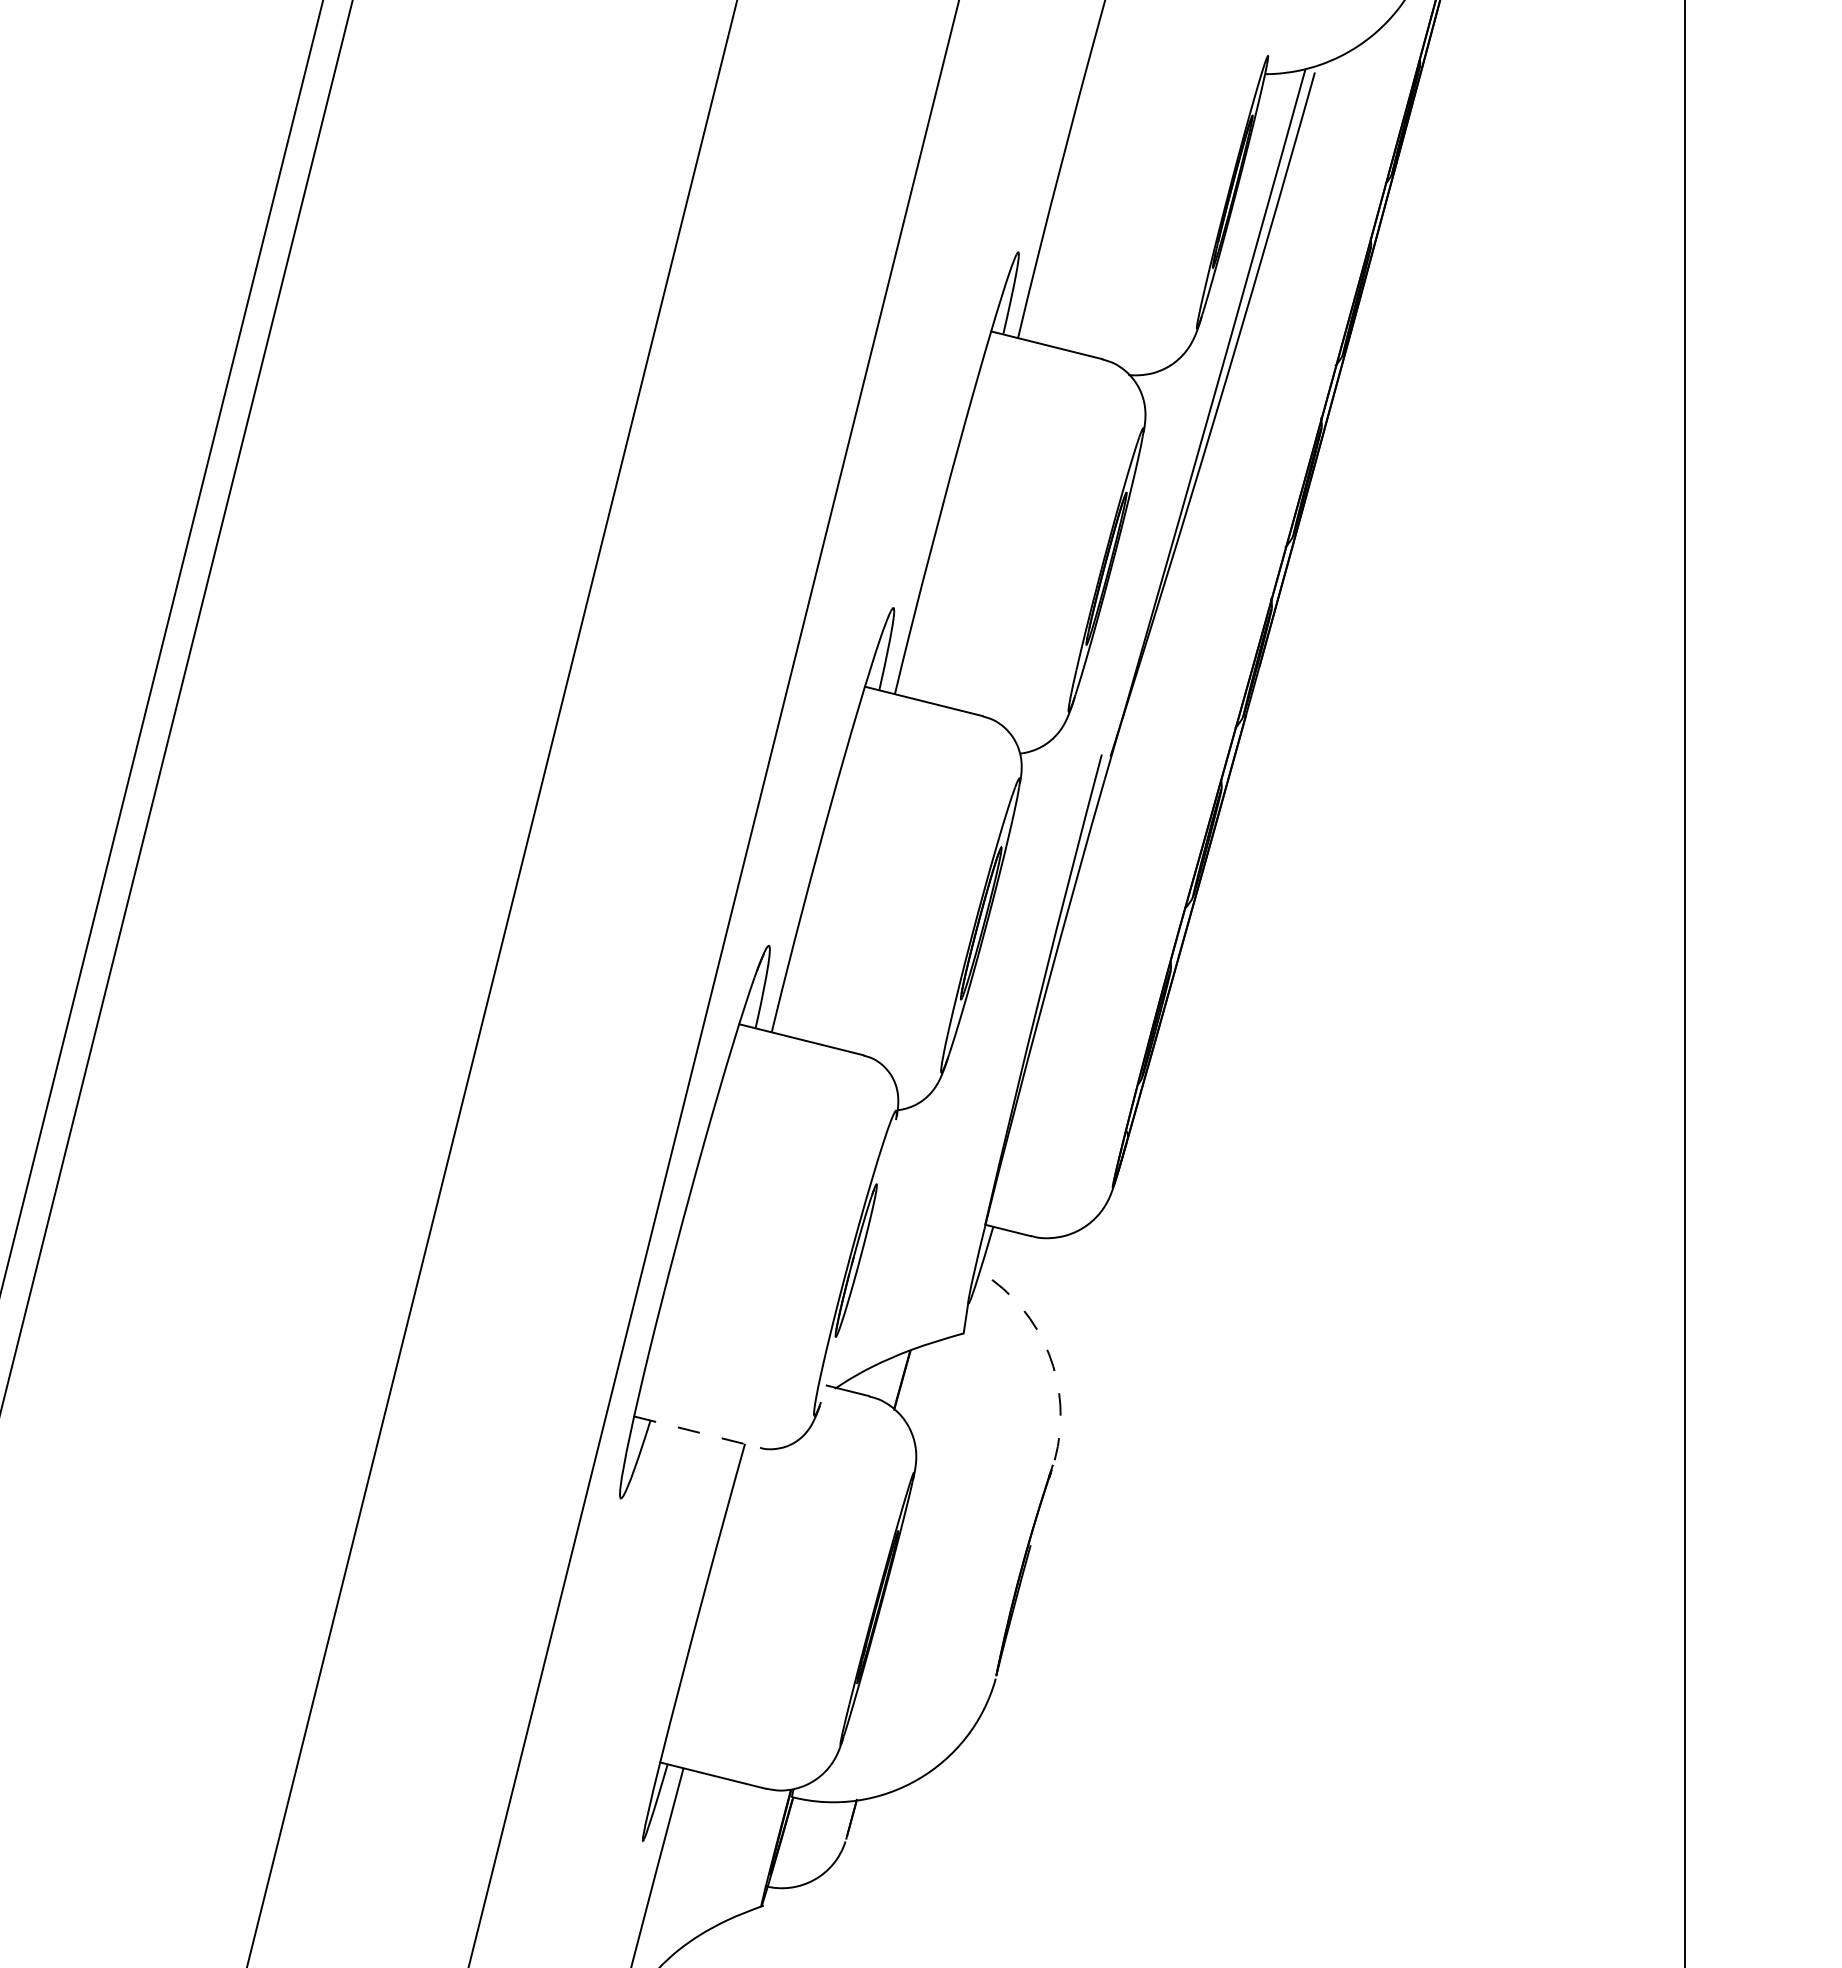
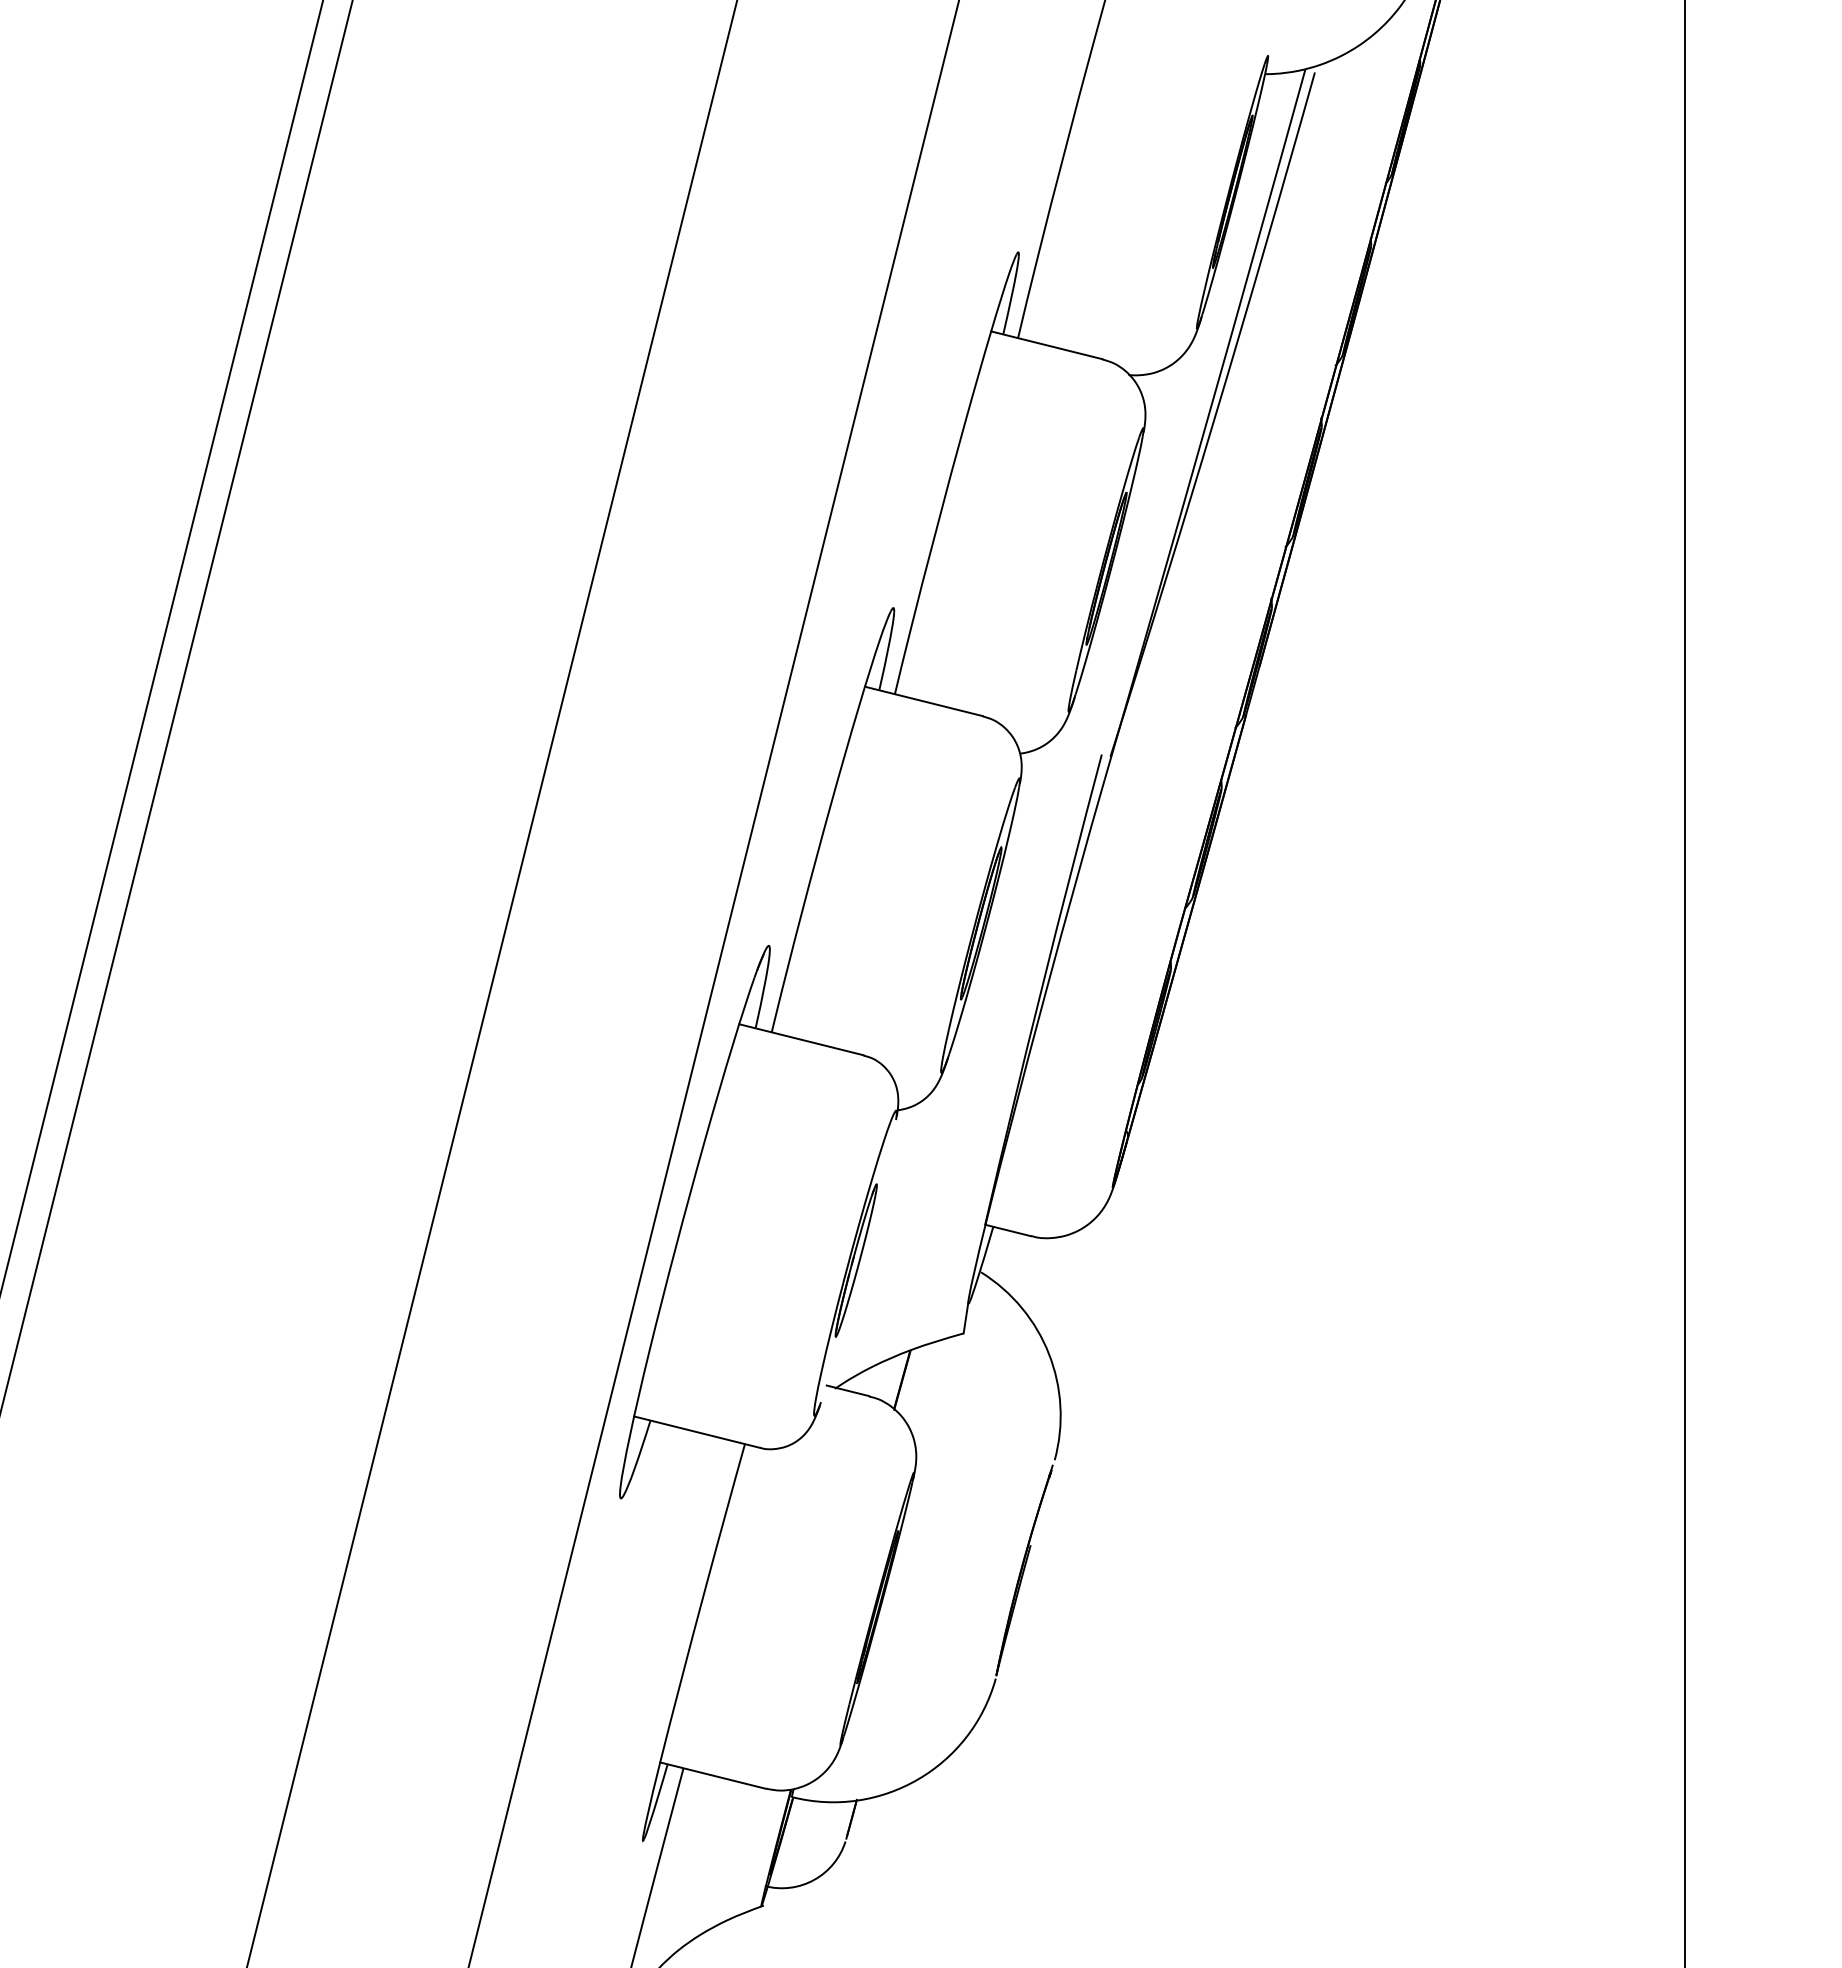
arc at (1049, 1354): dashed -> solid
line at (697, 1432): dashed -> solid
